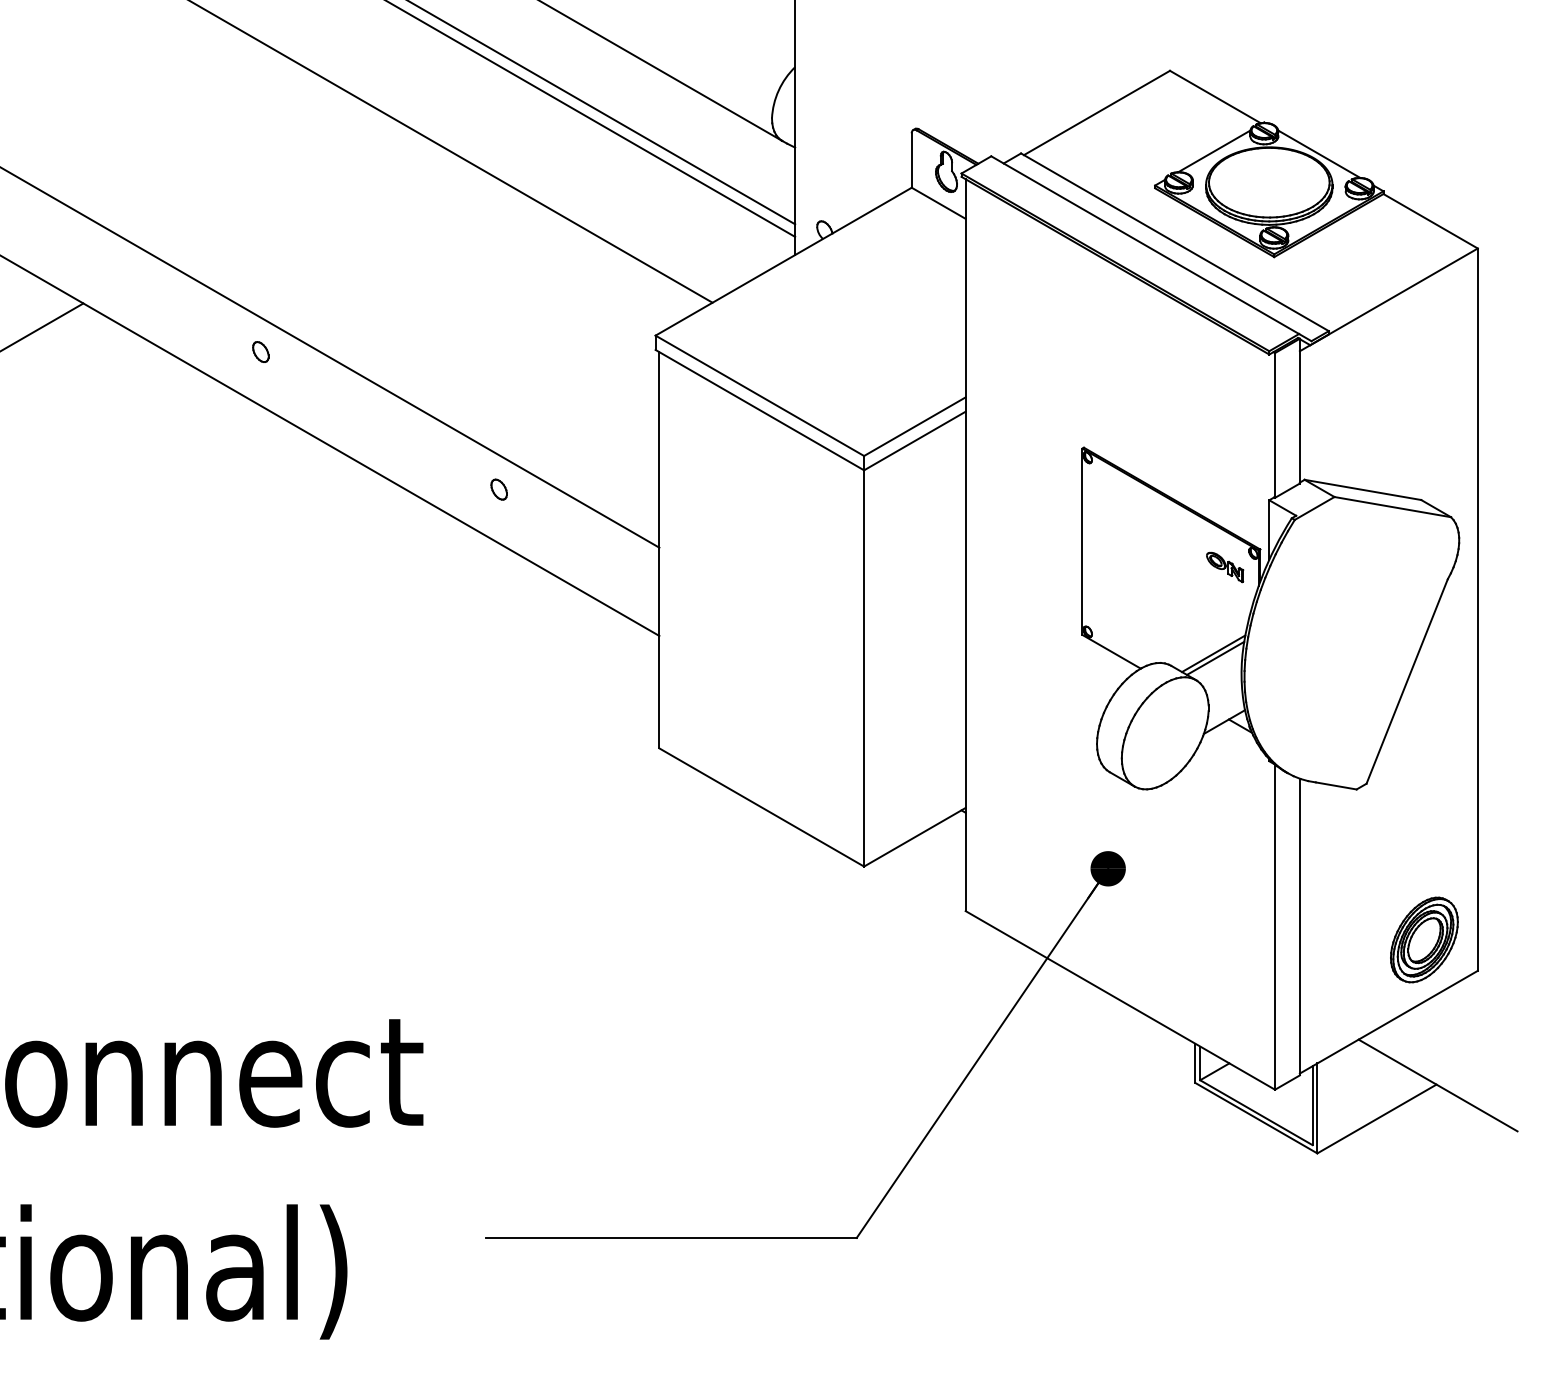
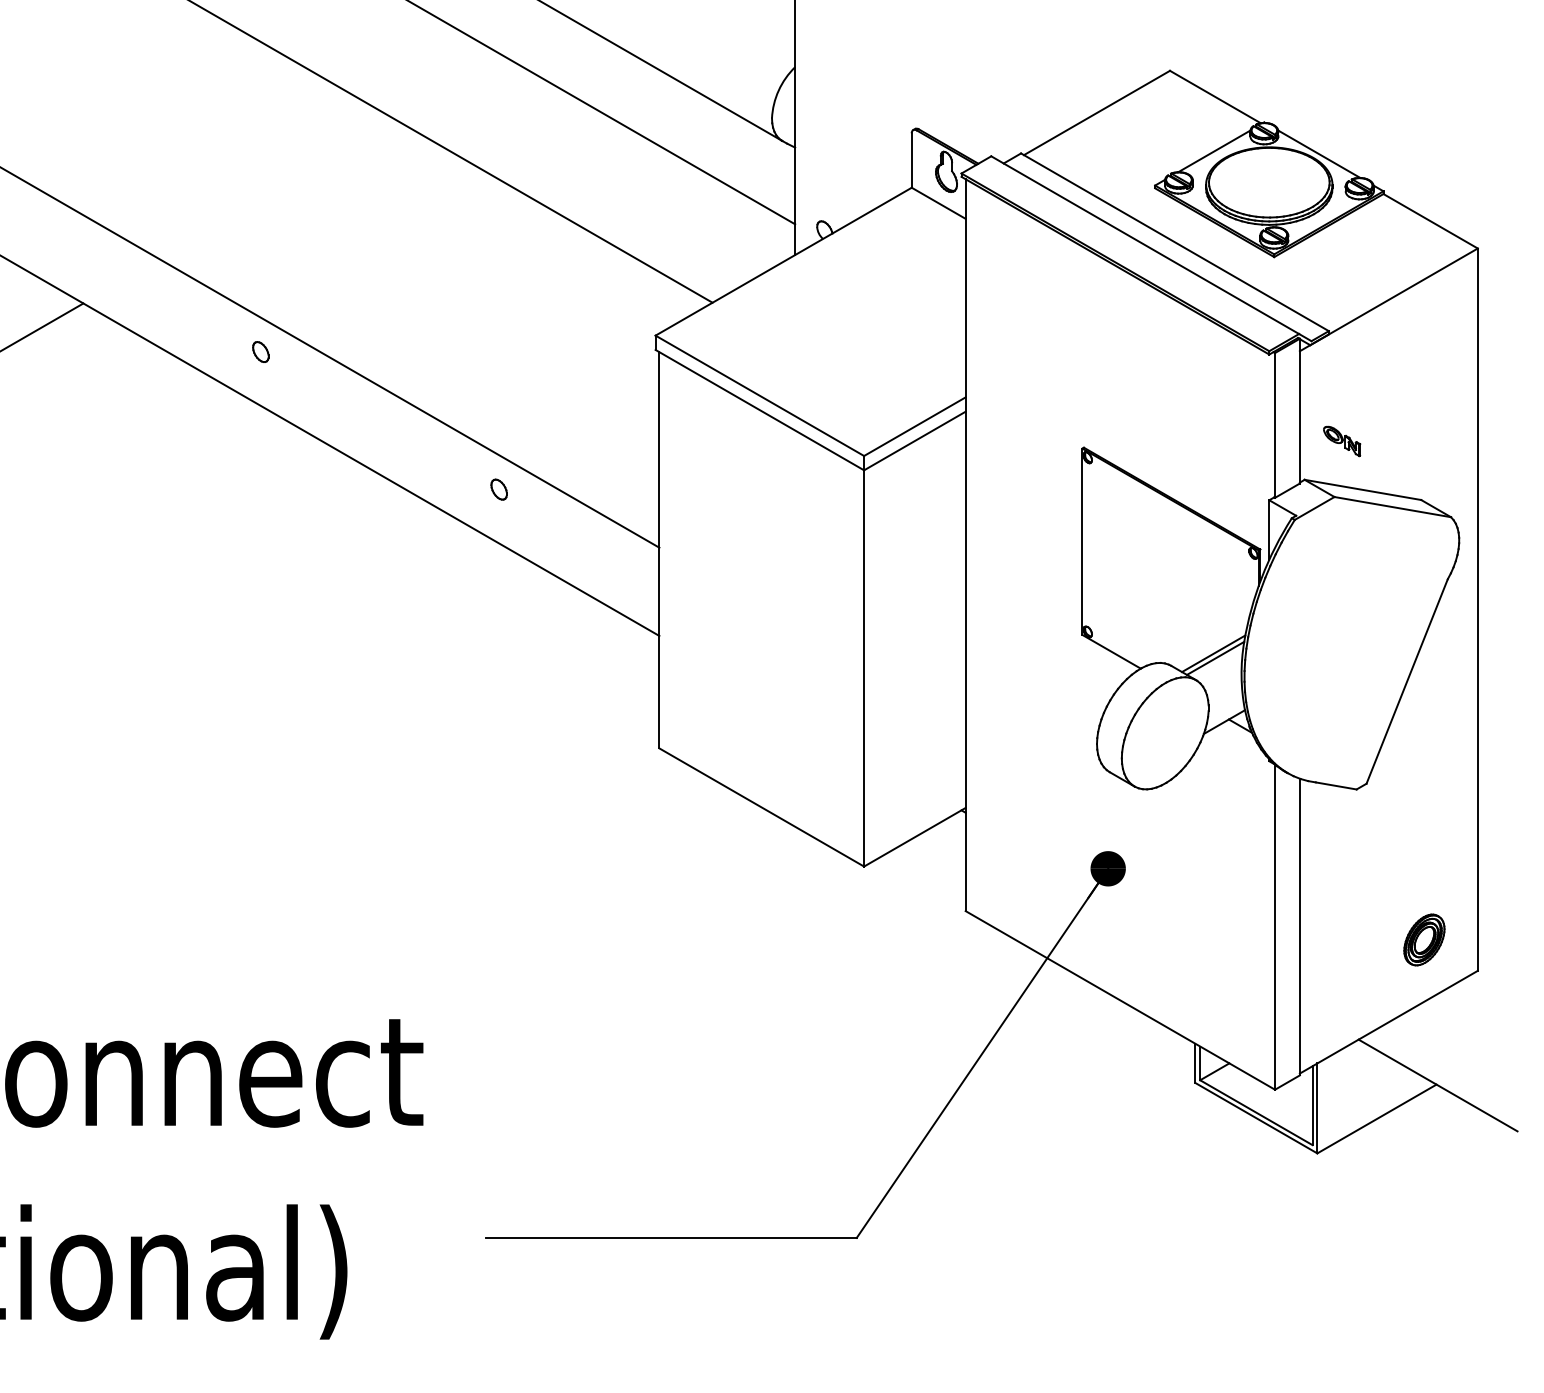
line at (591, 119): present -> none
part at (1225, 567) position: (1225, 567) -> (1342, 441)
part at (1424, 939) size: 69x88 px -> 43x54 px
